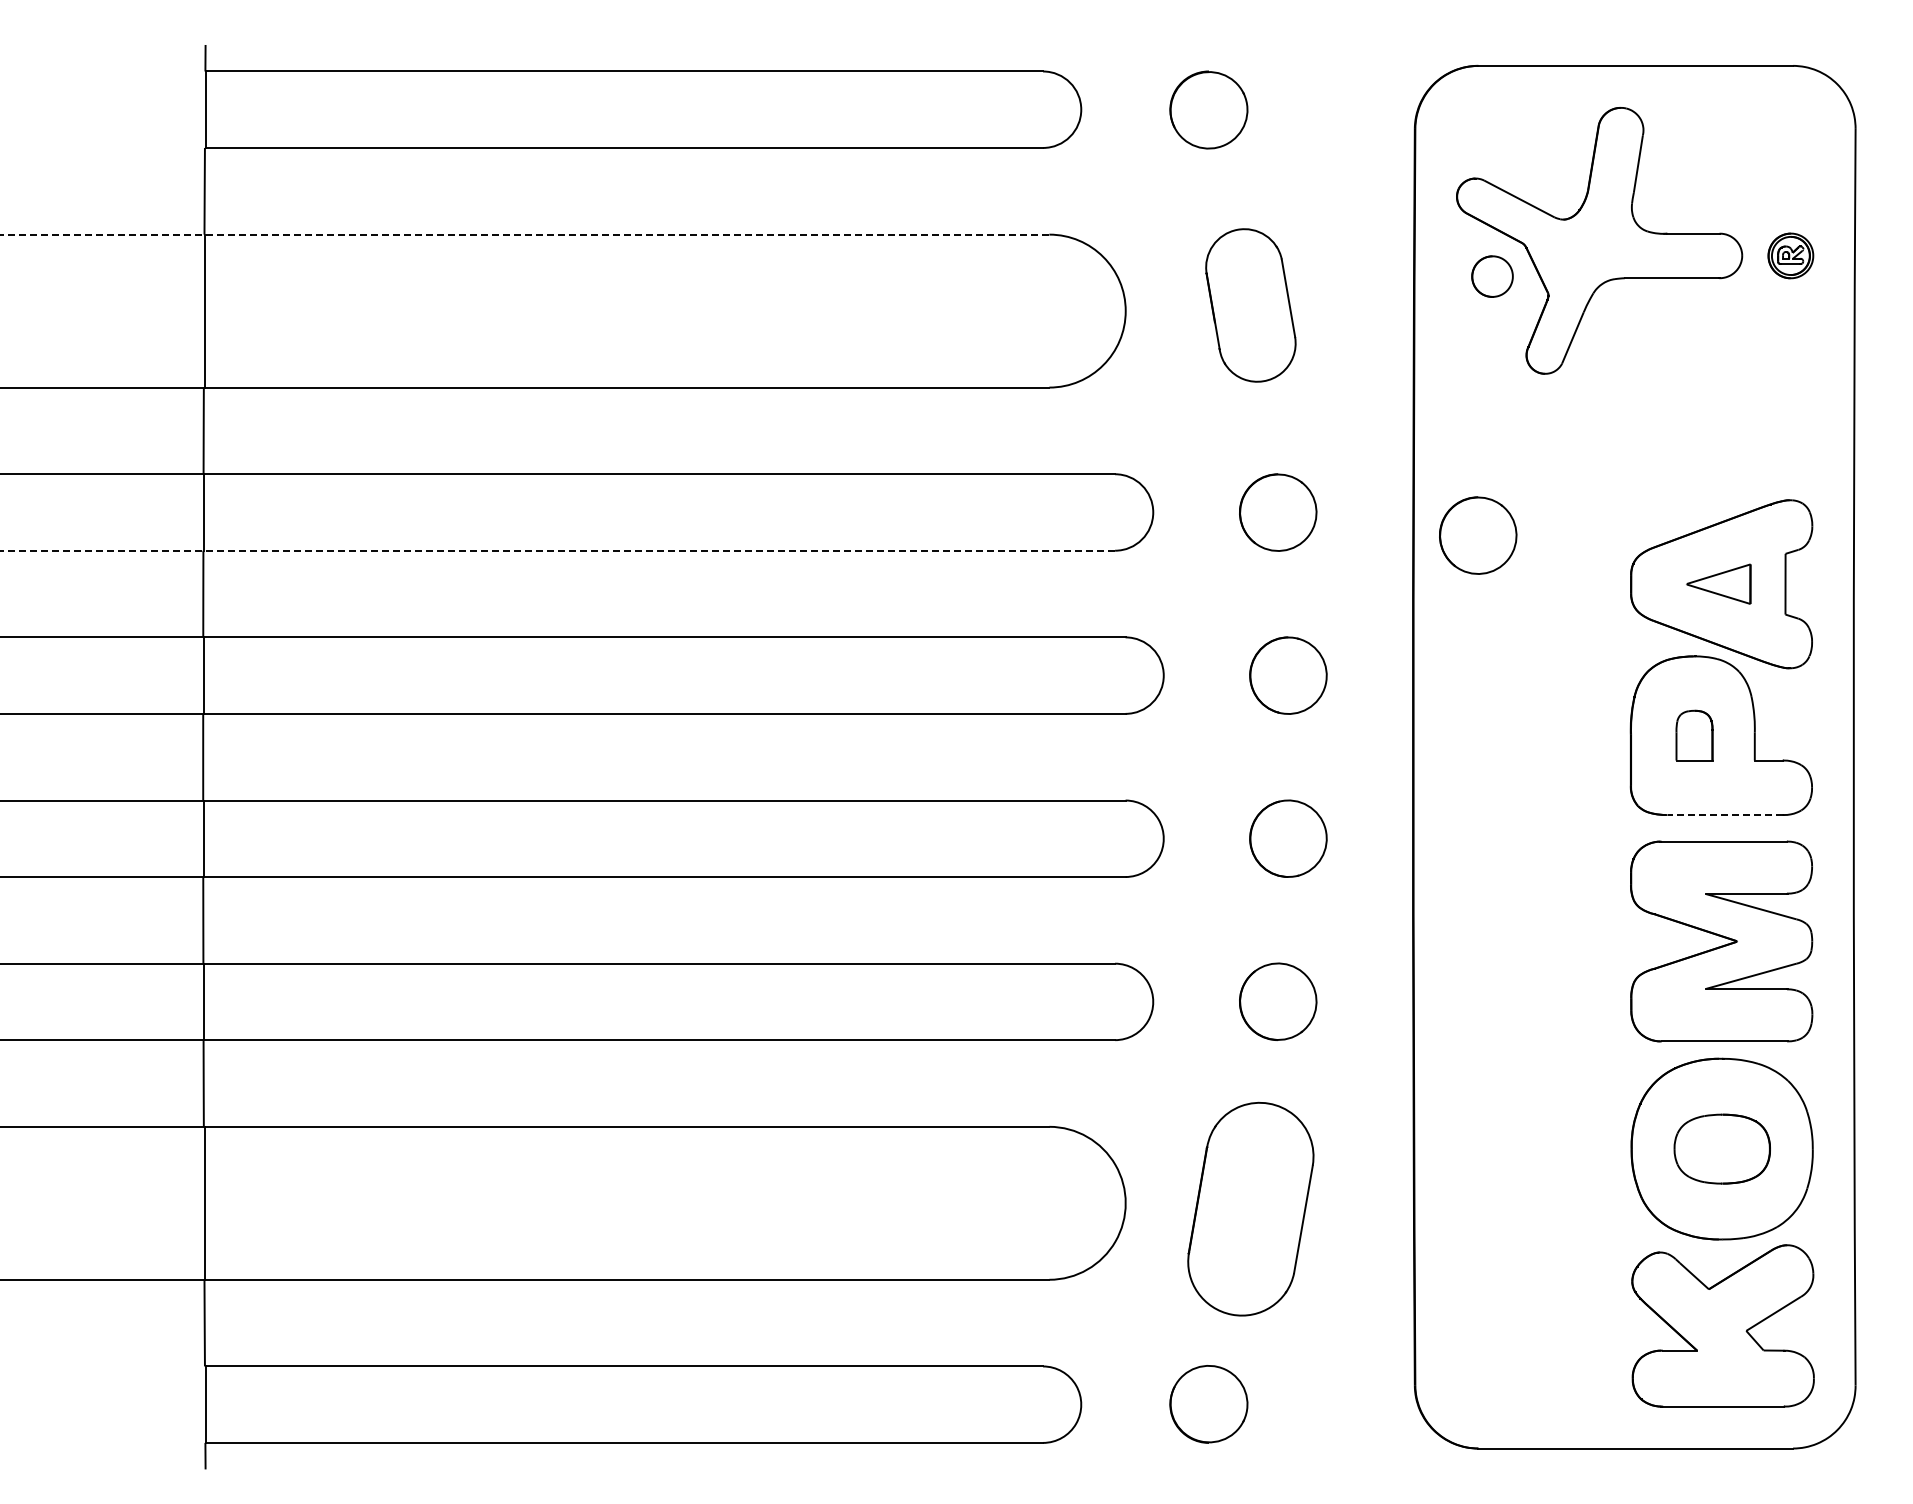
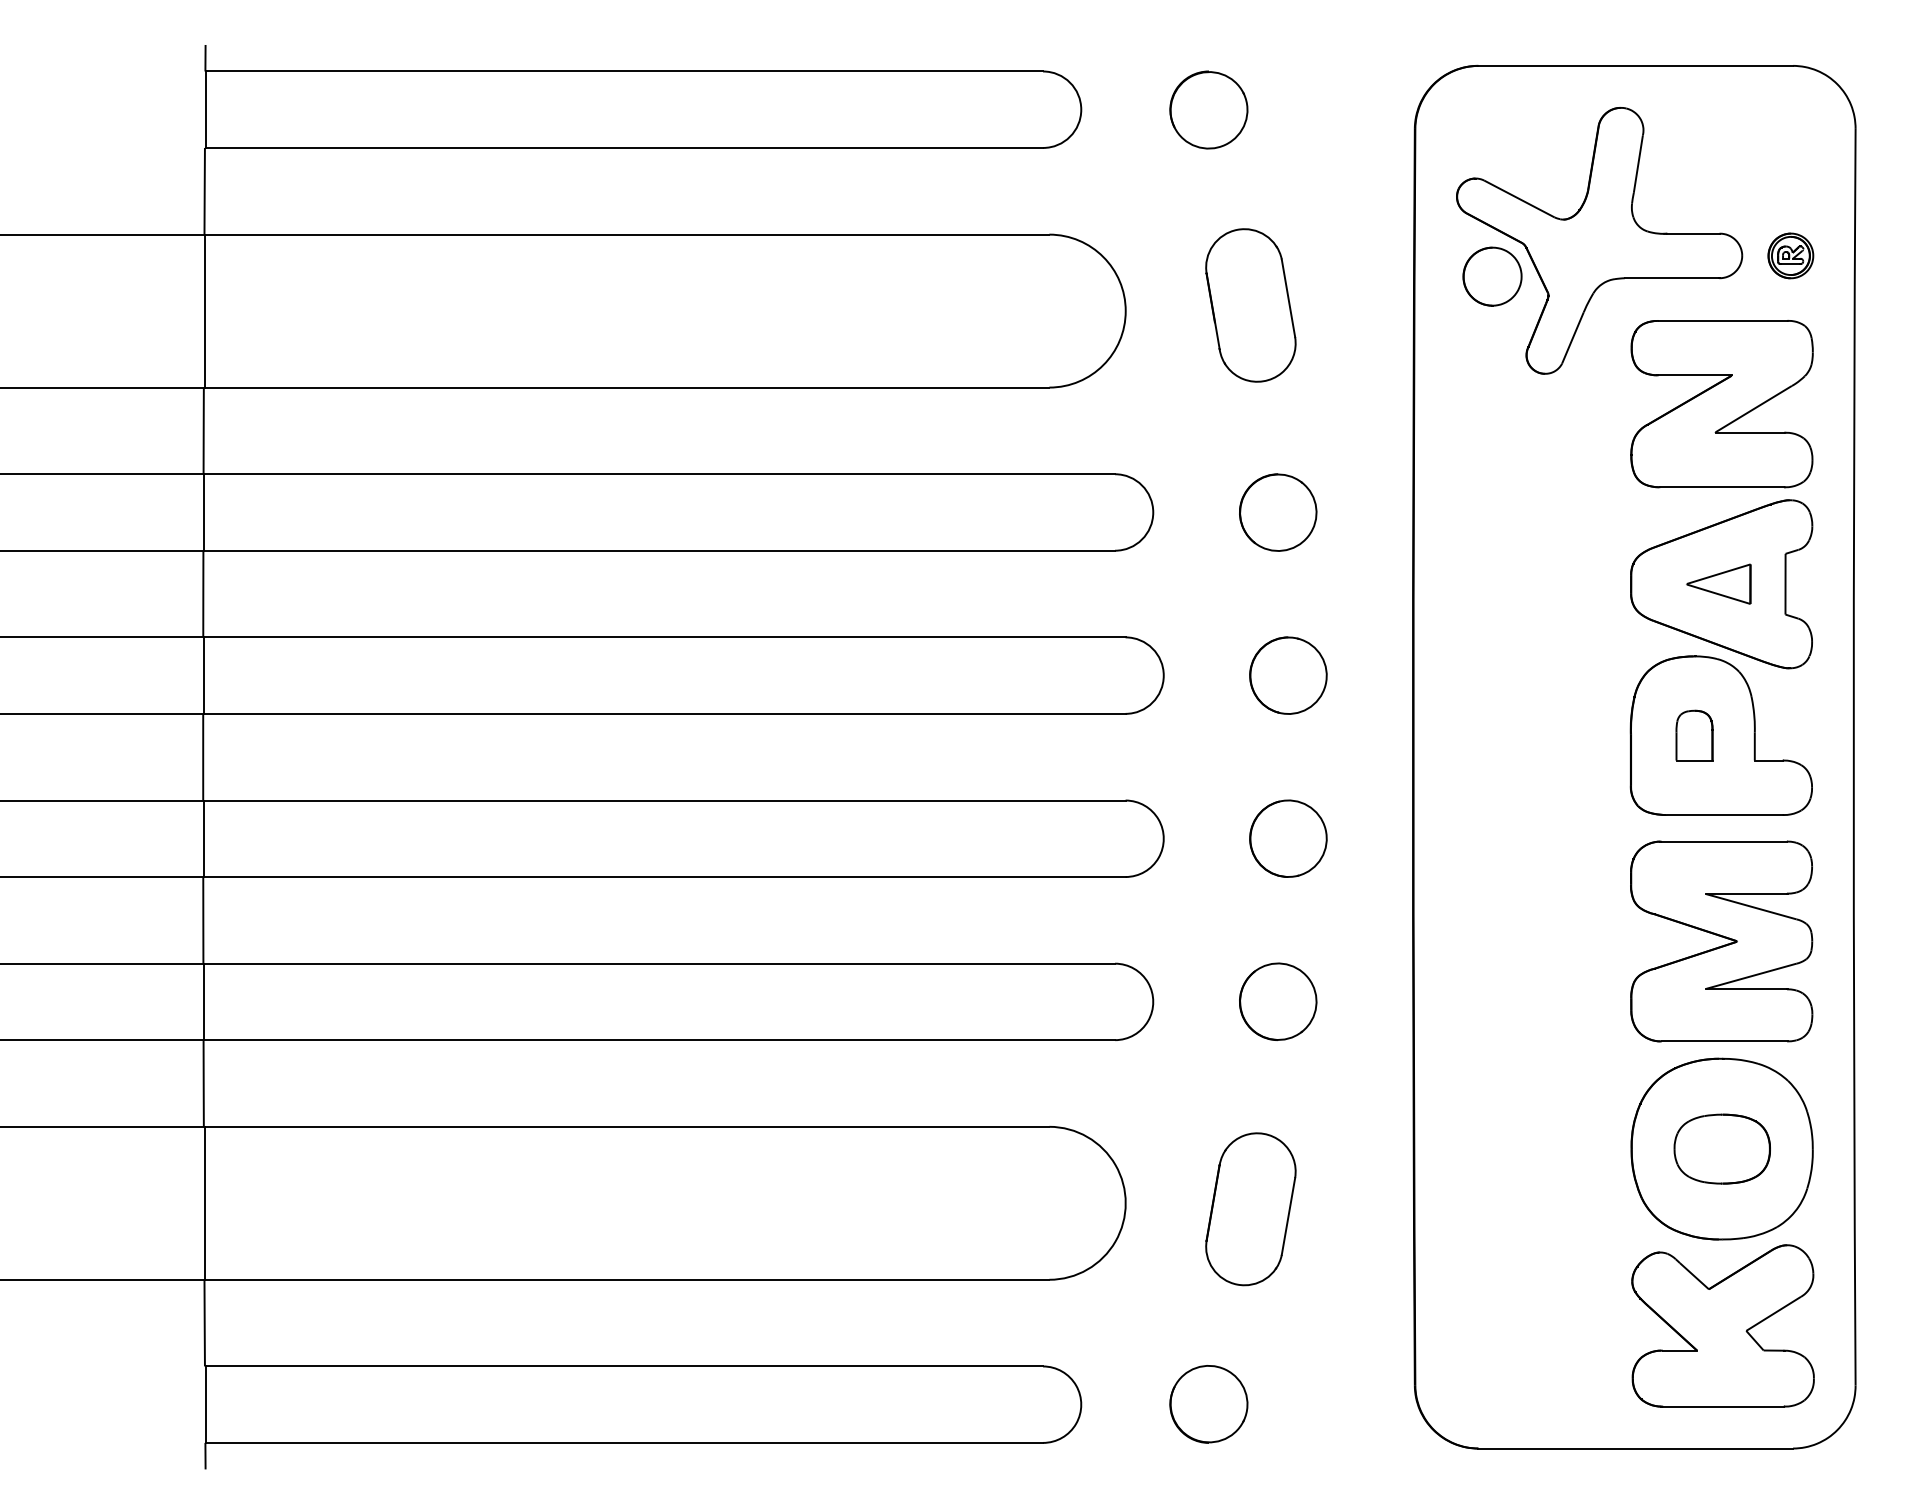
line at (525, 234): dashed -> solid
part at (1492, 276) size: 43x43 px -> 61x61 px
part at (1721, 404): none -> present
part at (1478, 535): present -> none
line at (557, 550): dashed -> solid
line at (1725, 814): dashed -> solid
part at (1250, 1208) size: 128x216 px -> 92x155 px
